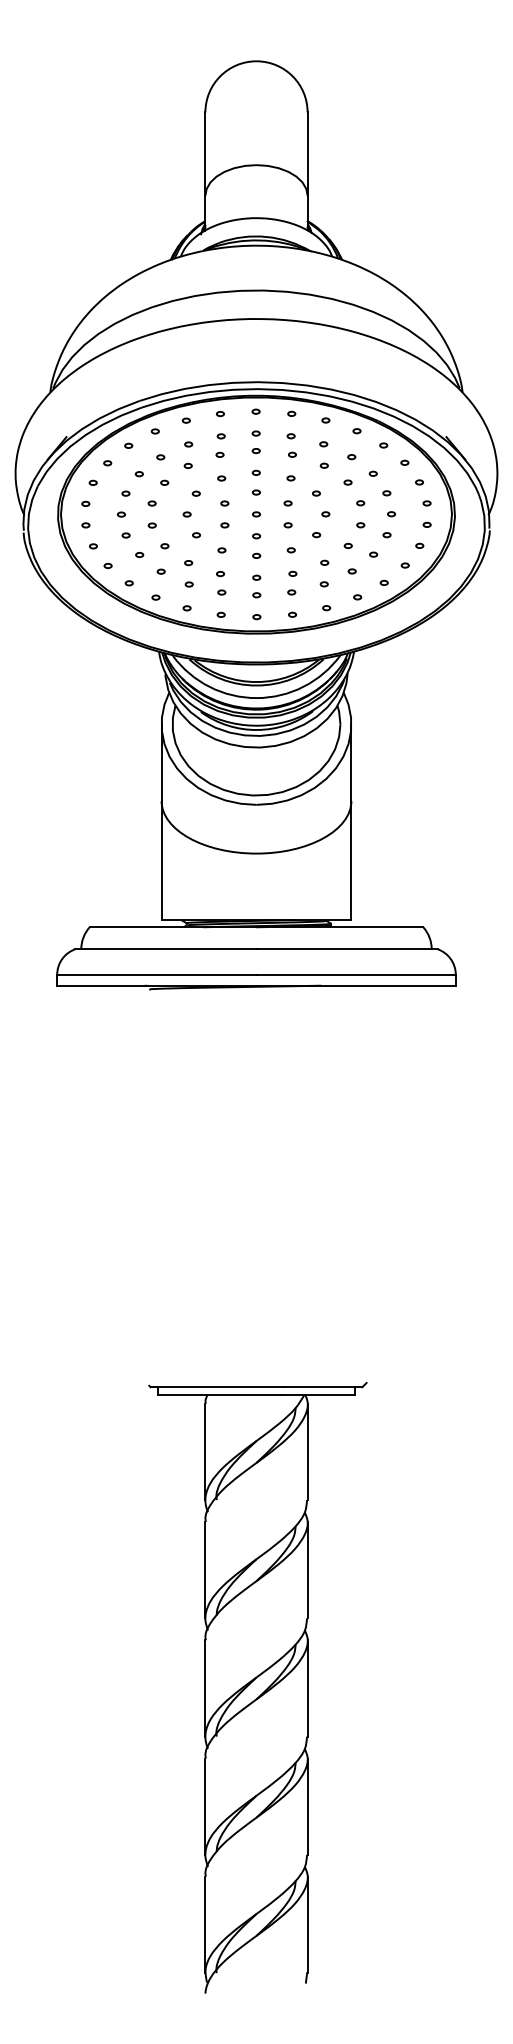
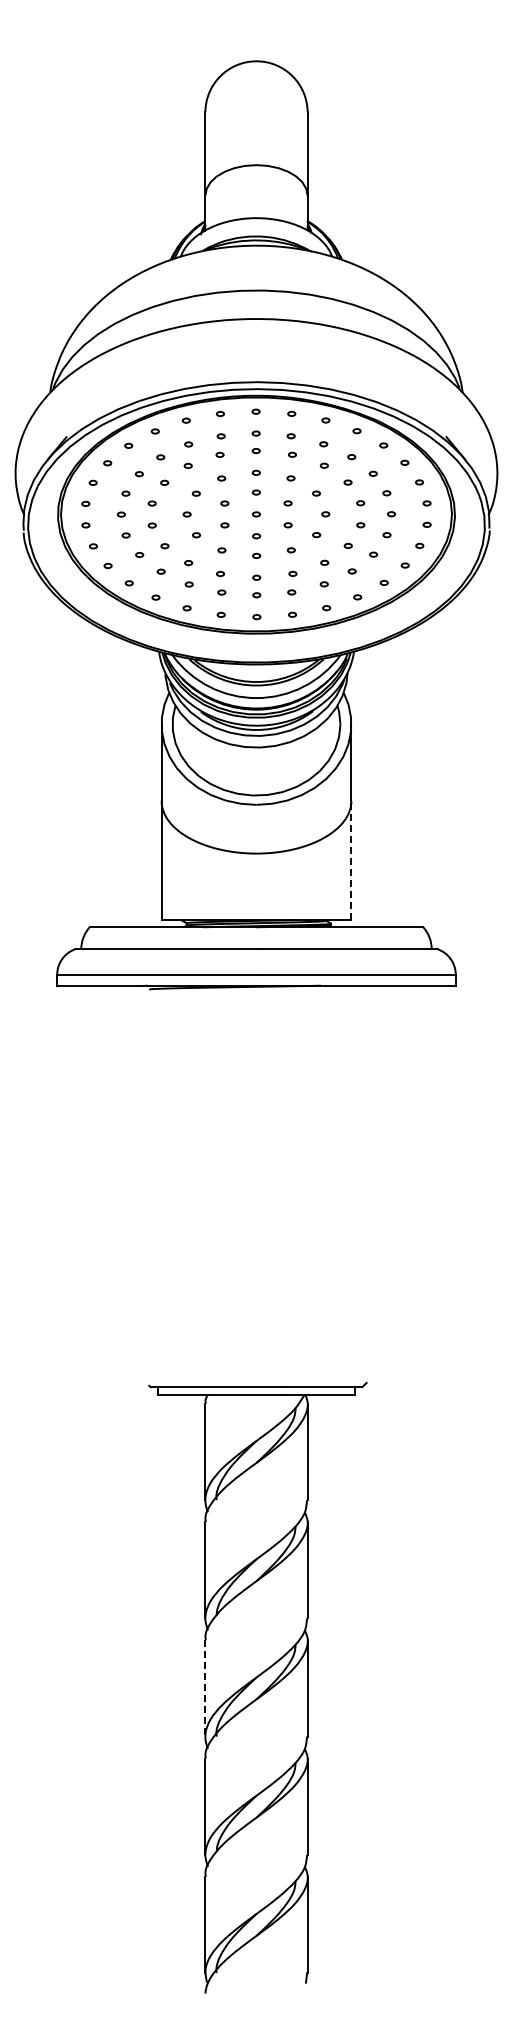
line at (351, 860): solid -> dashed
line at (205, 1688): solid -> dashed
